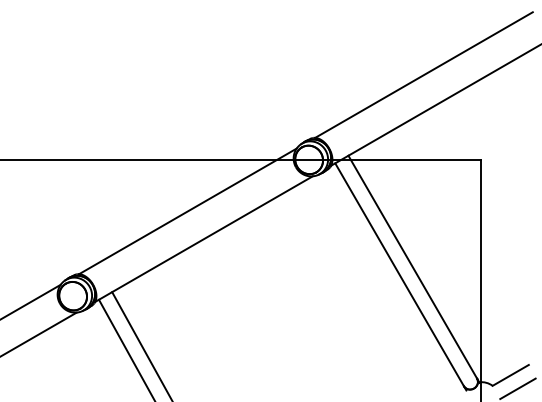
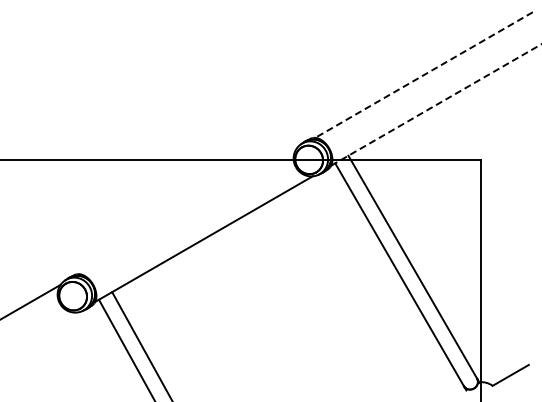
line at (424, 75): solid -> dashed
line at (436, 104): solid -> dashed
line at (187, 211): present -> none
line at (39, 333): present -> none
line at (518, 388): present -> none
